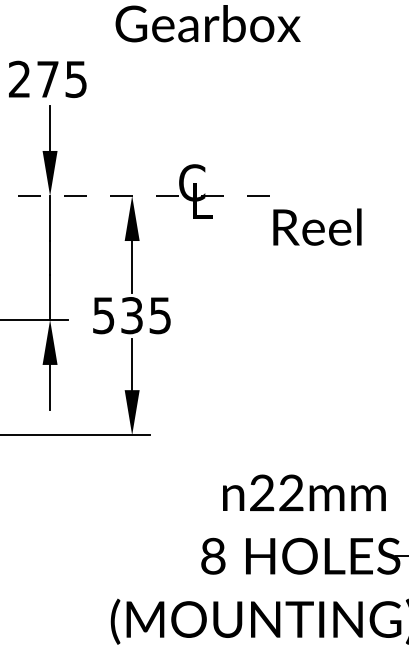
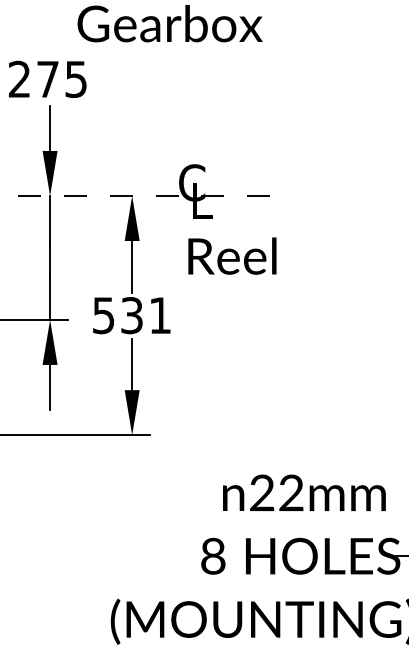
text at (207, 23) position: (207, 23) -> (169, 23)
text at (317, 226) position: (317, 226) -> (232, 255)
text at (159, 315): 535 -> 531
